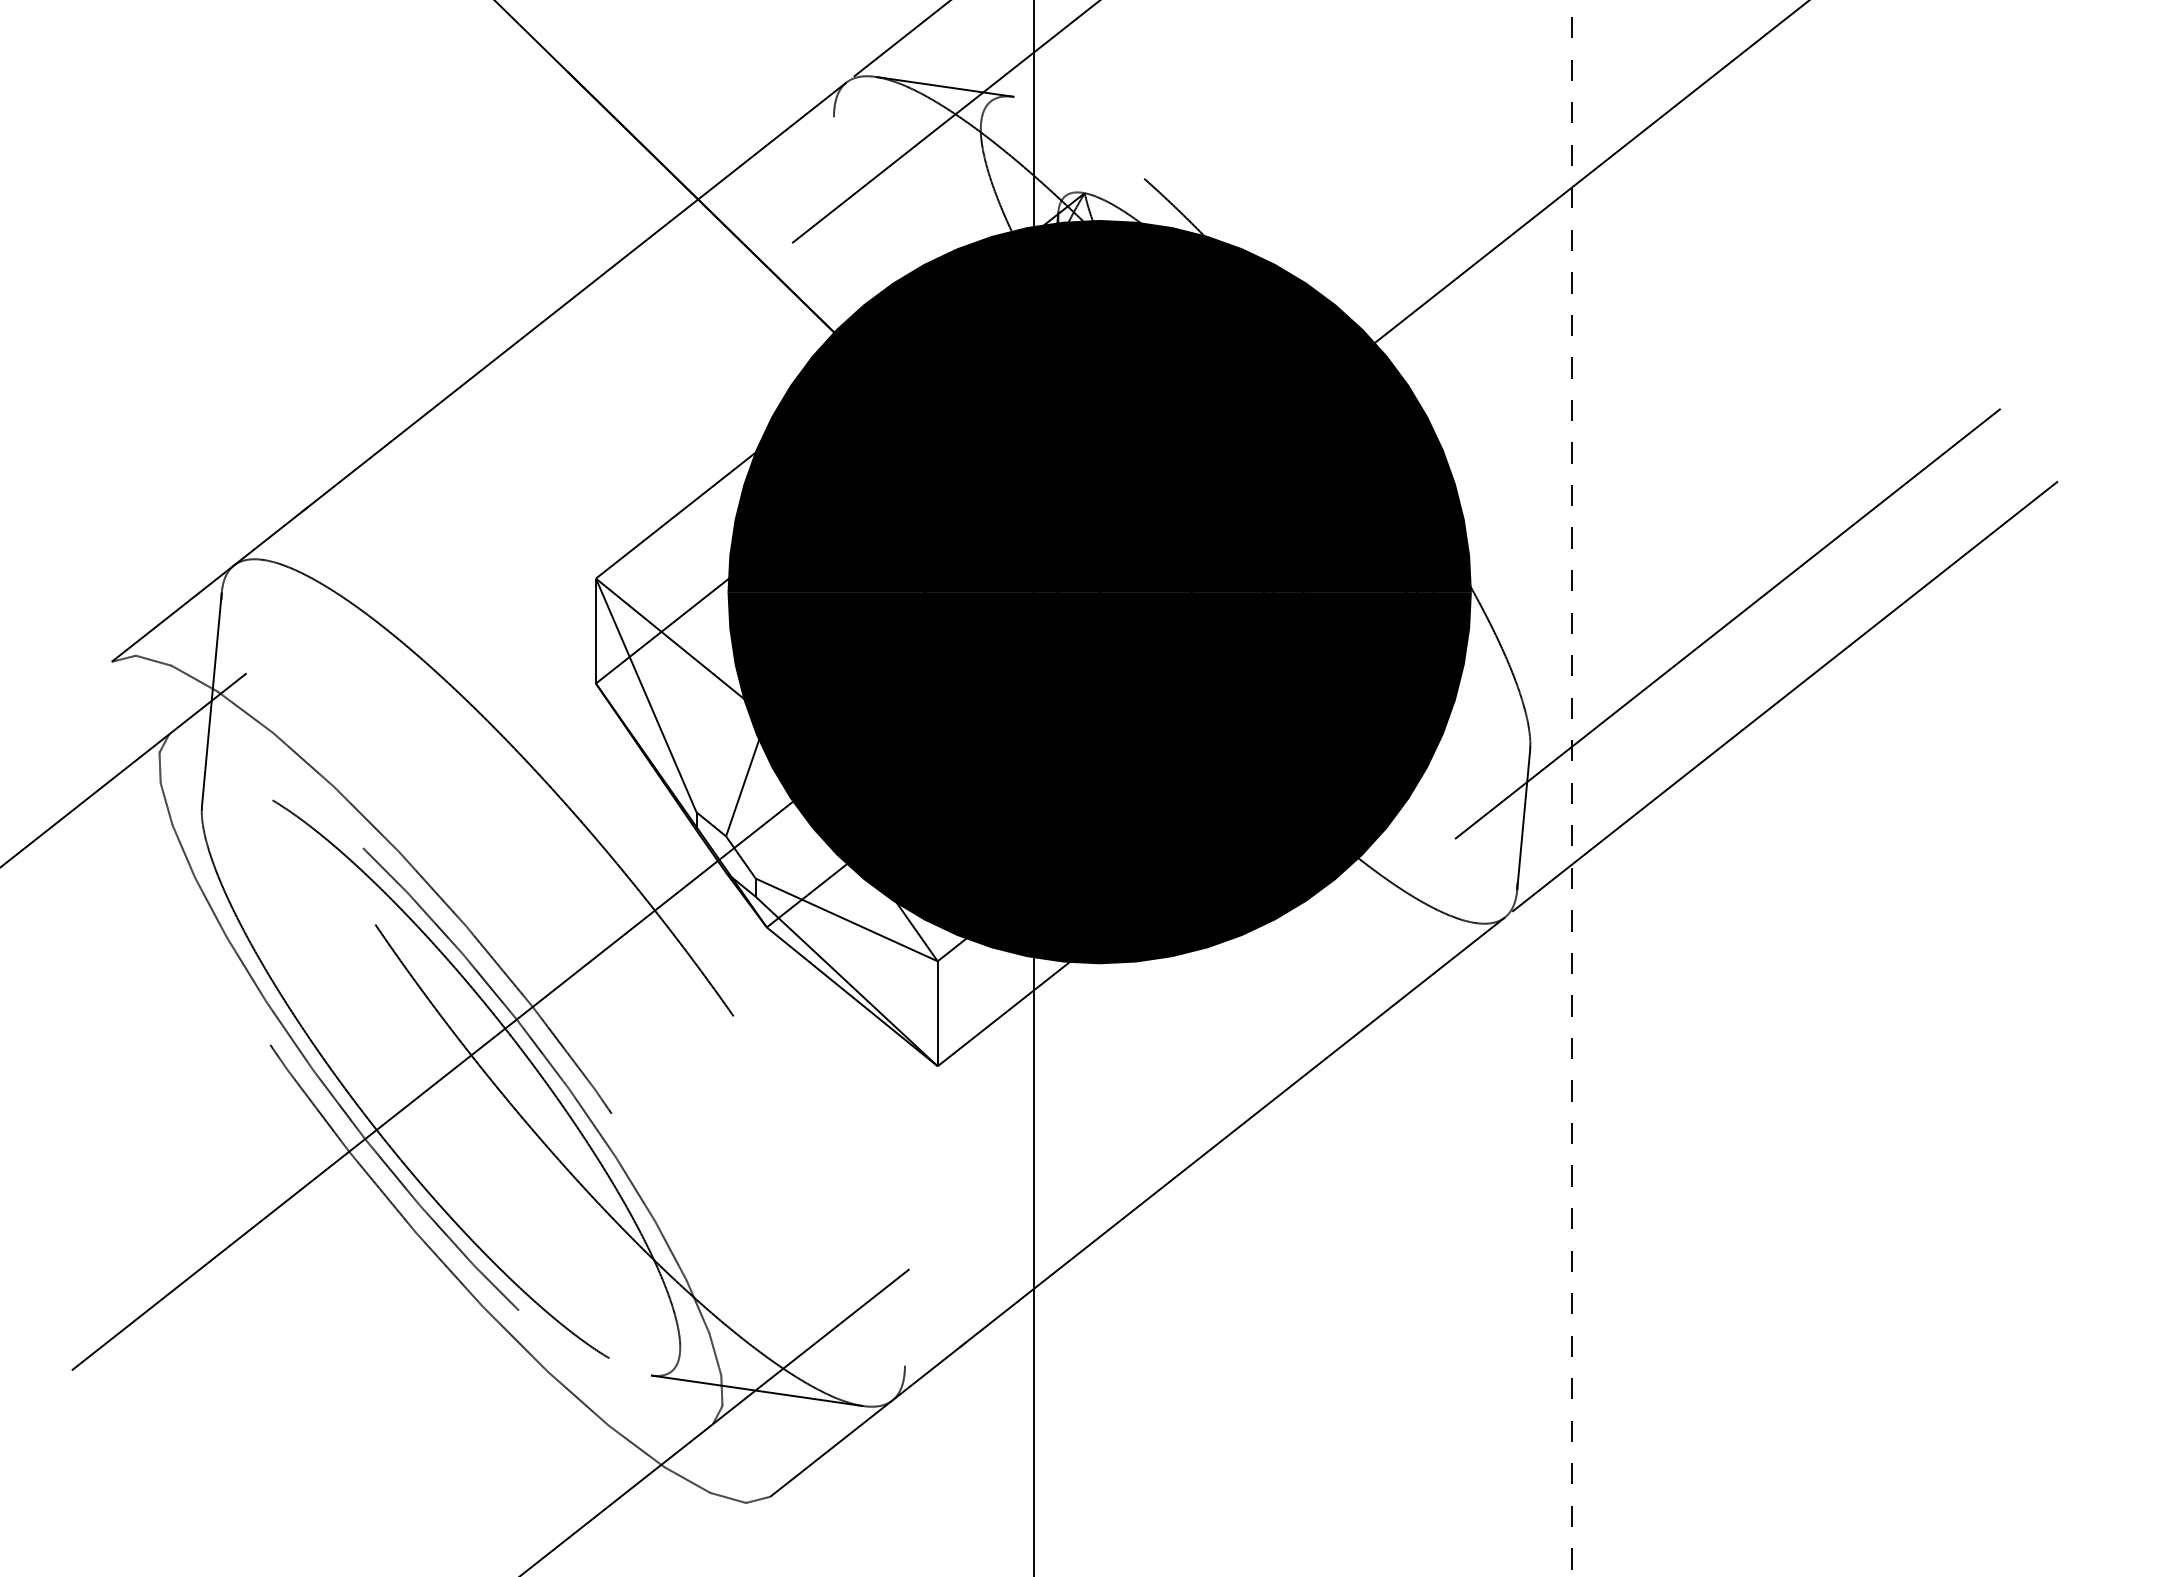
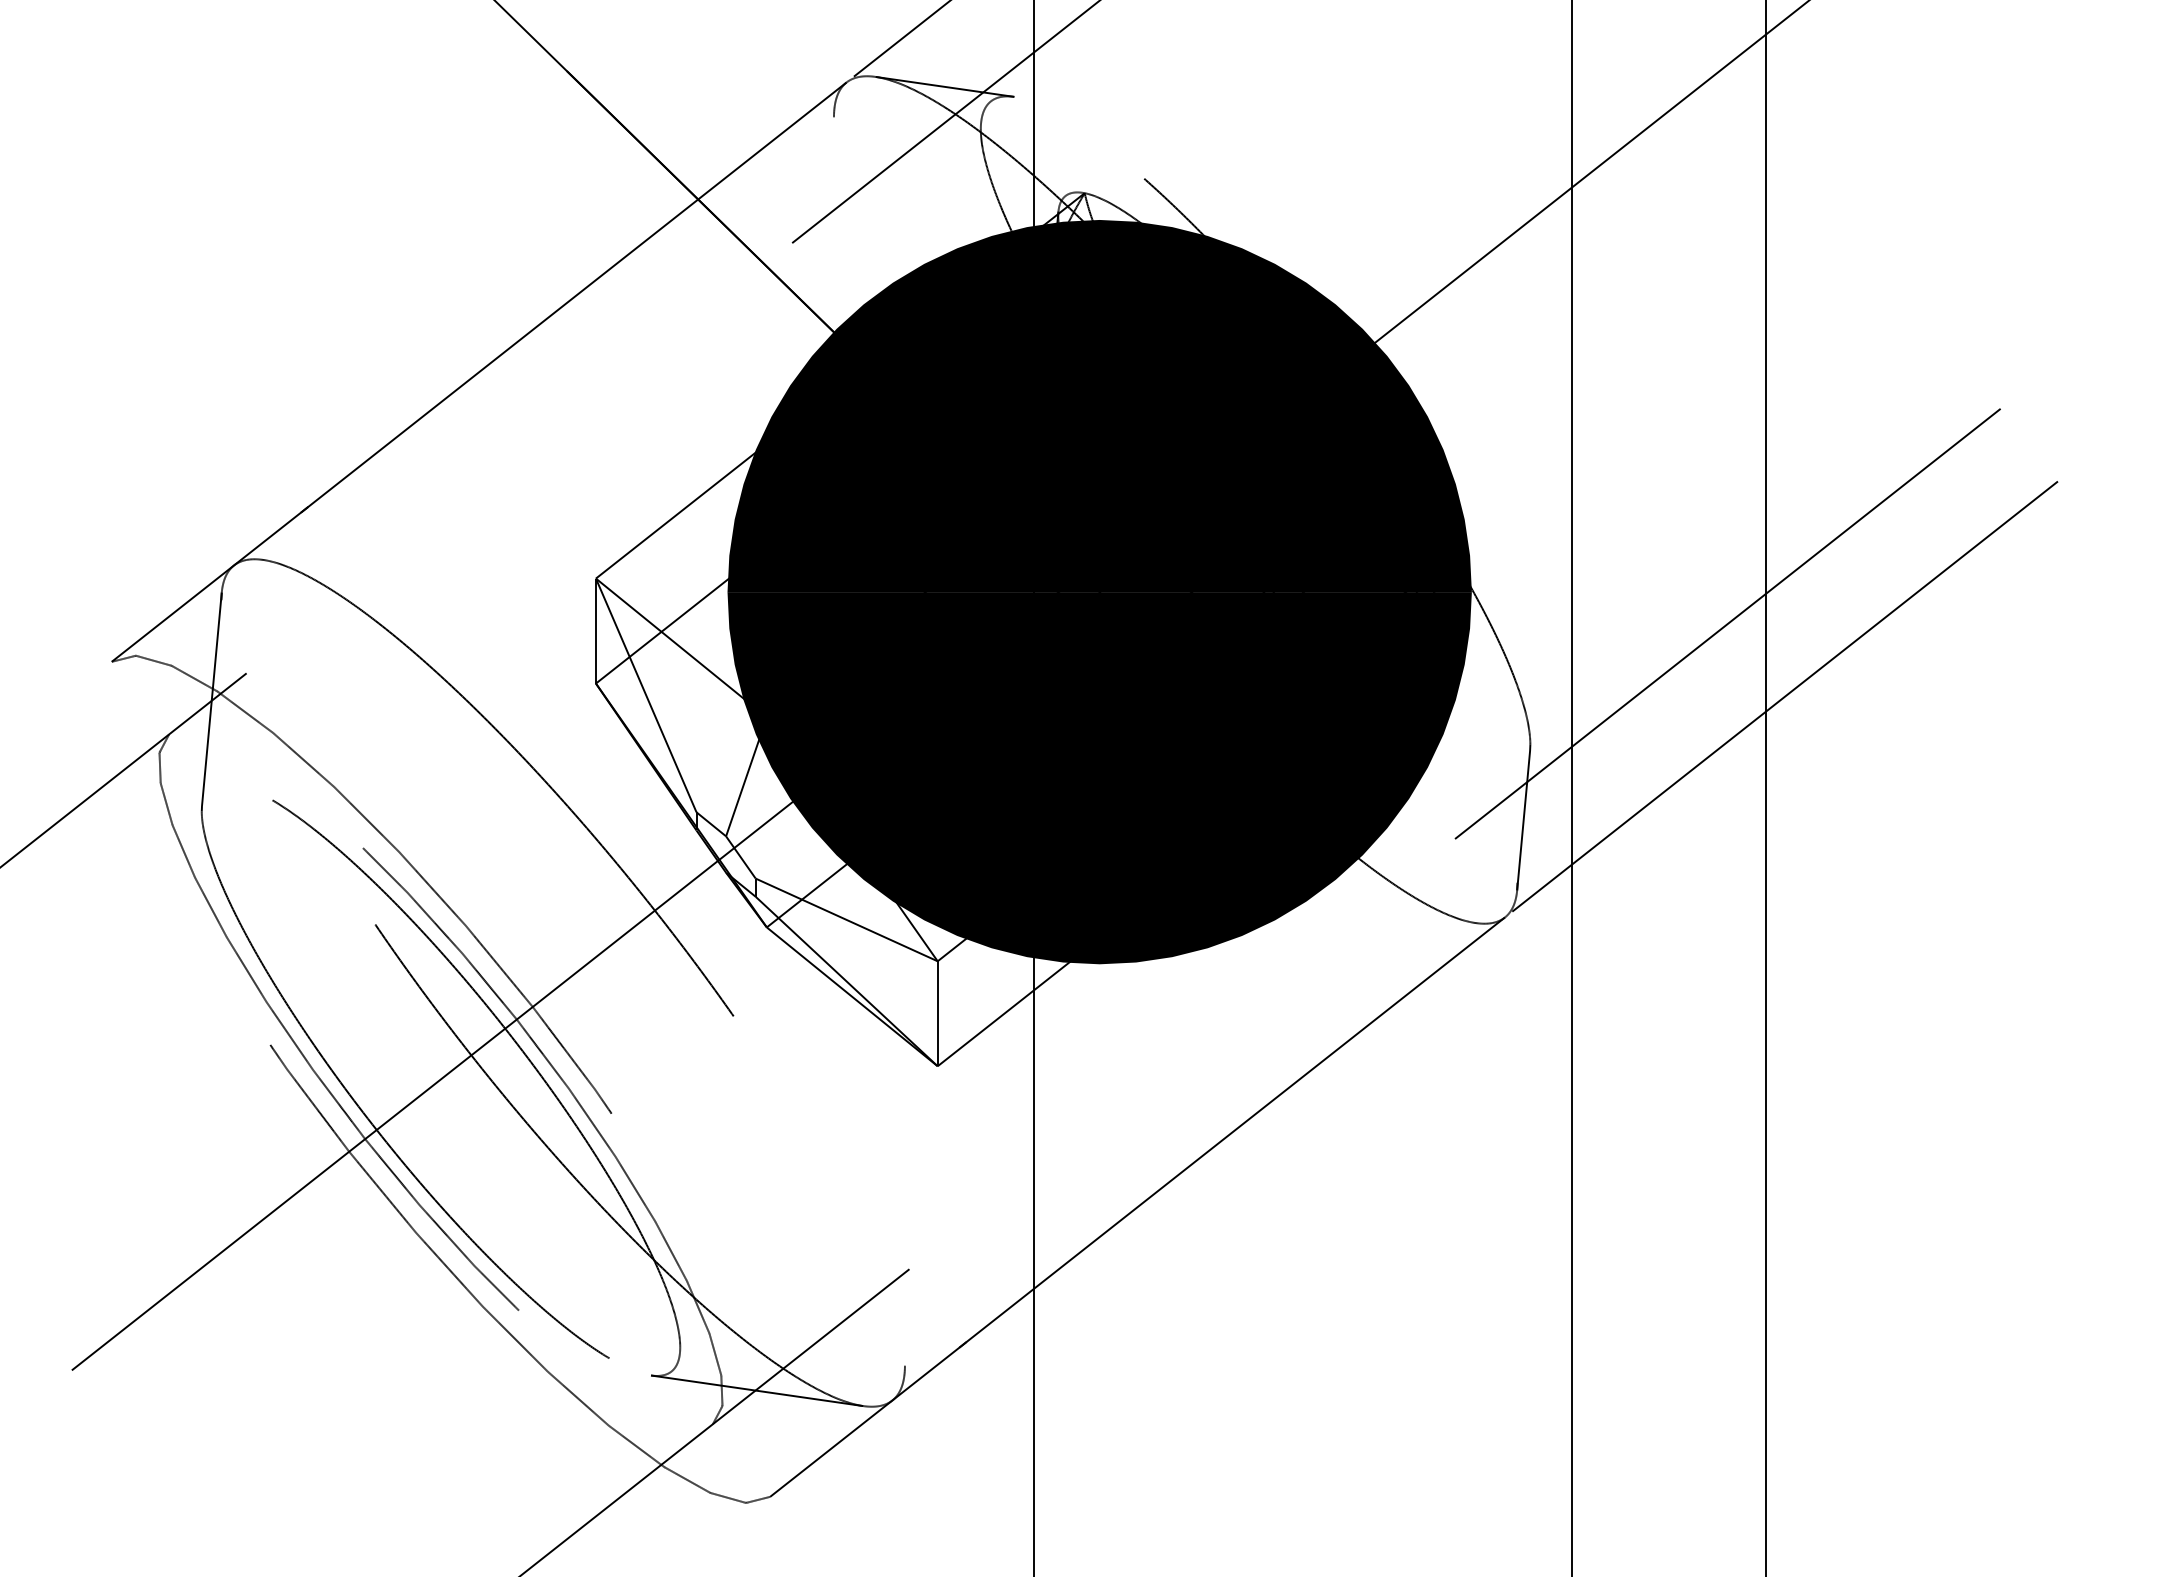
line at (1572, 787): dashed -> solid
line at (1766, 787): none -> present
